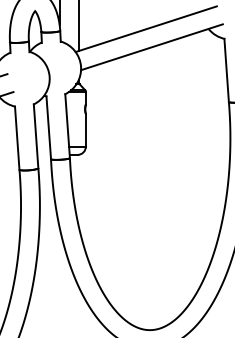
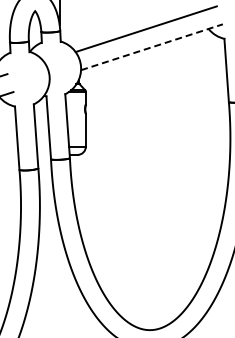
line at (78, 26): present -> none
line at (151, 47): solid -> dashed
